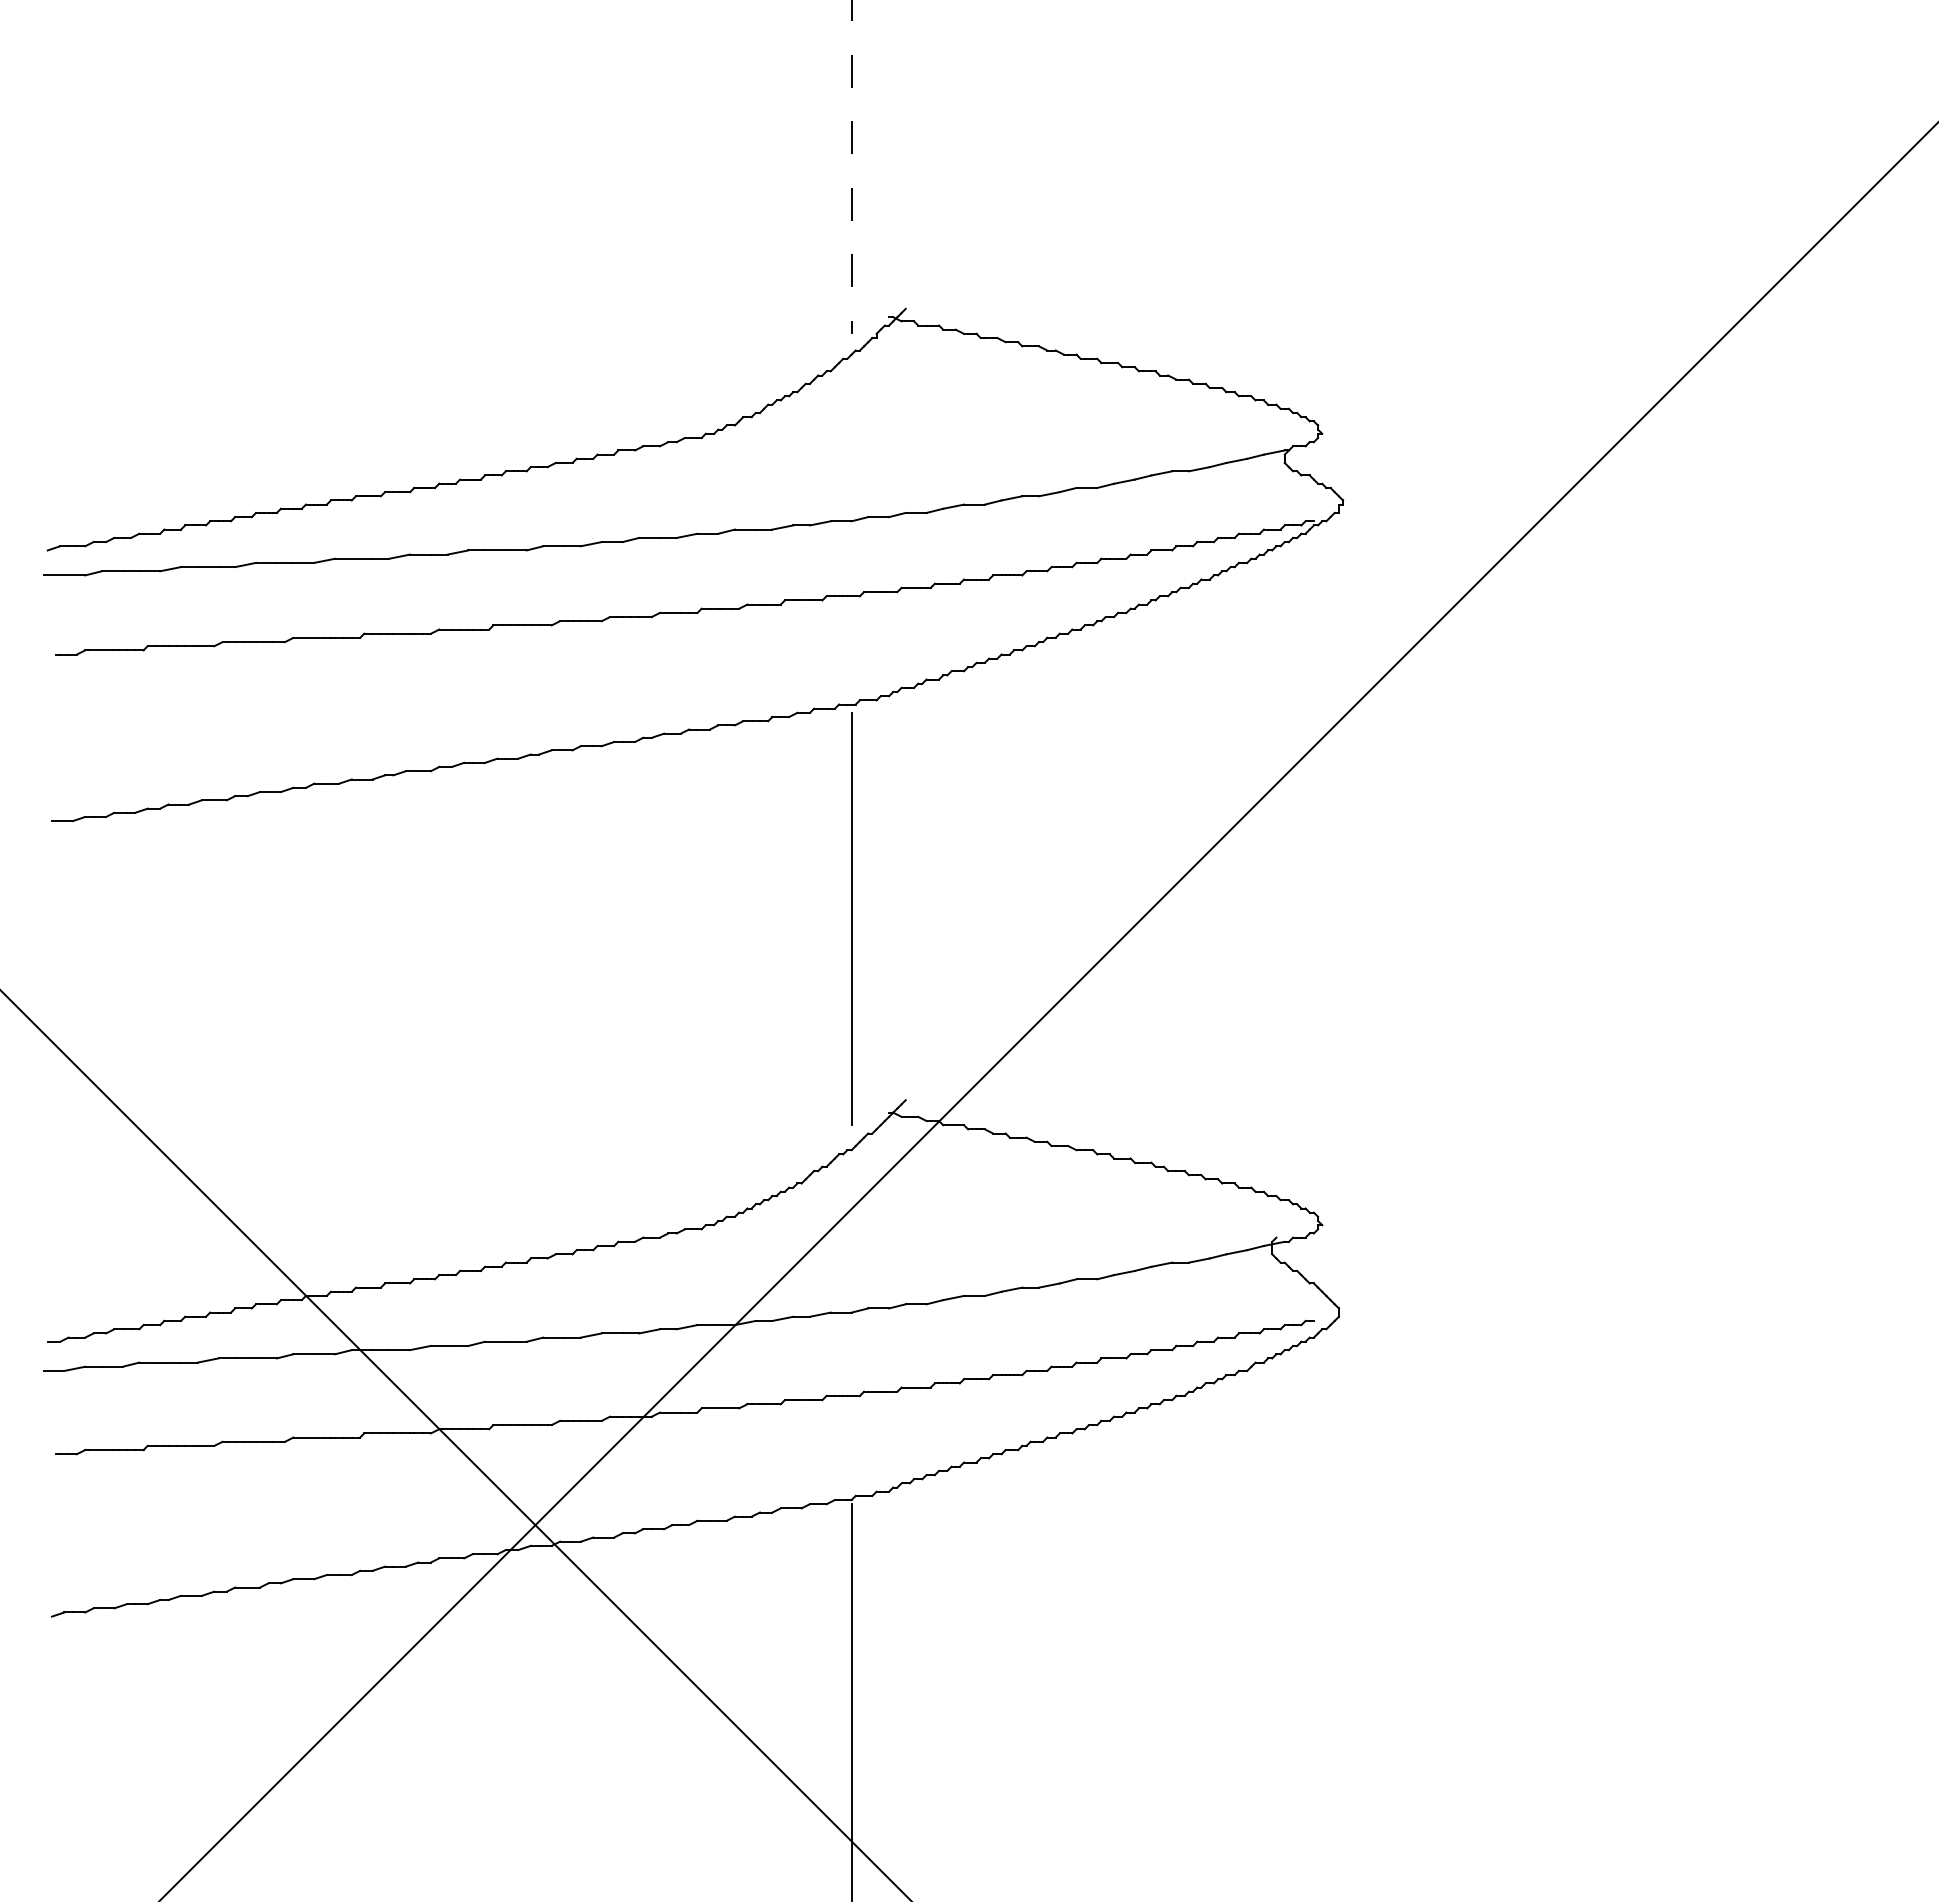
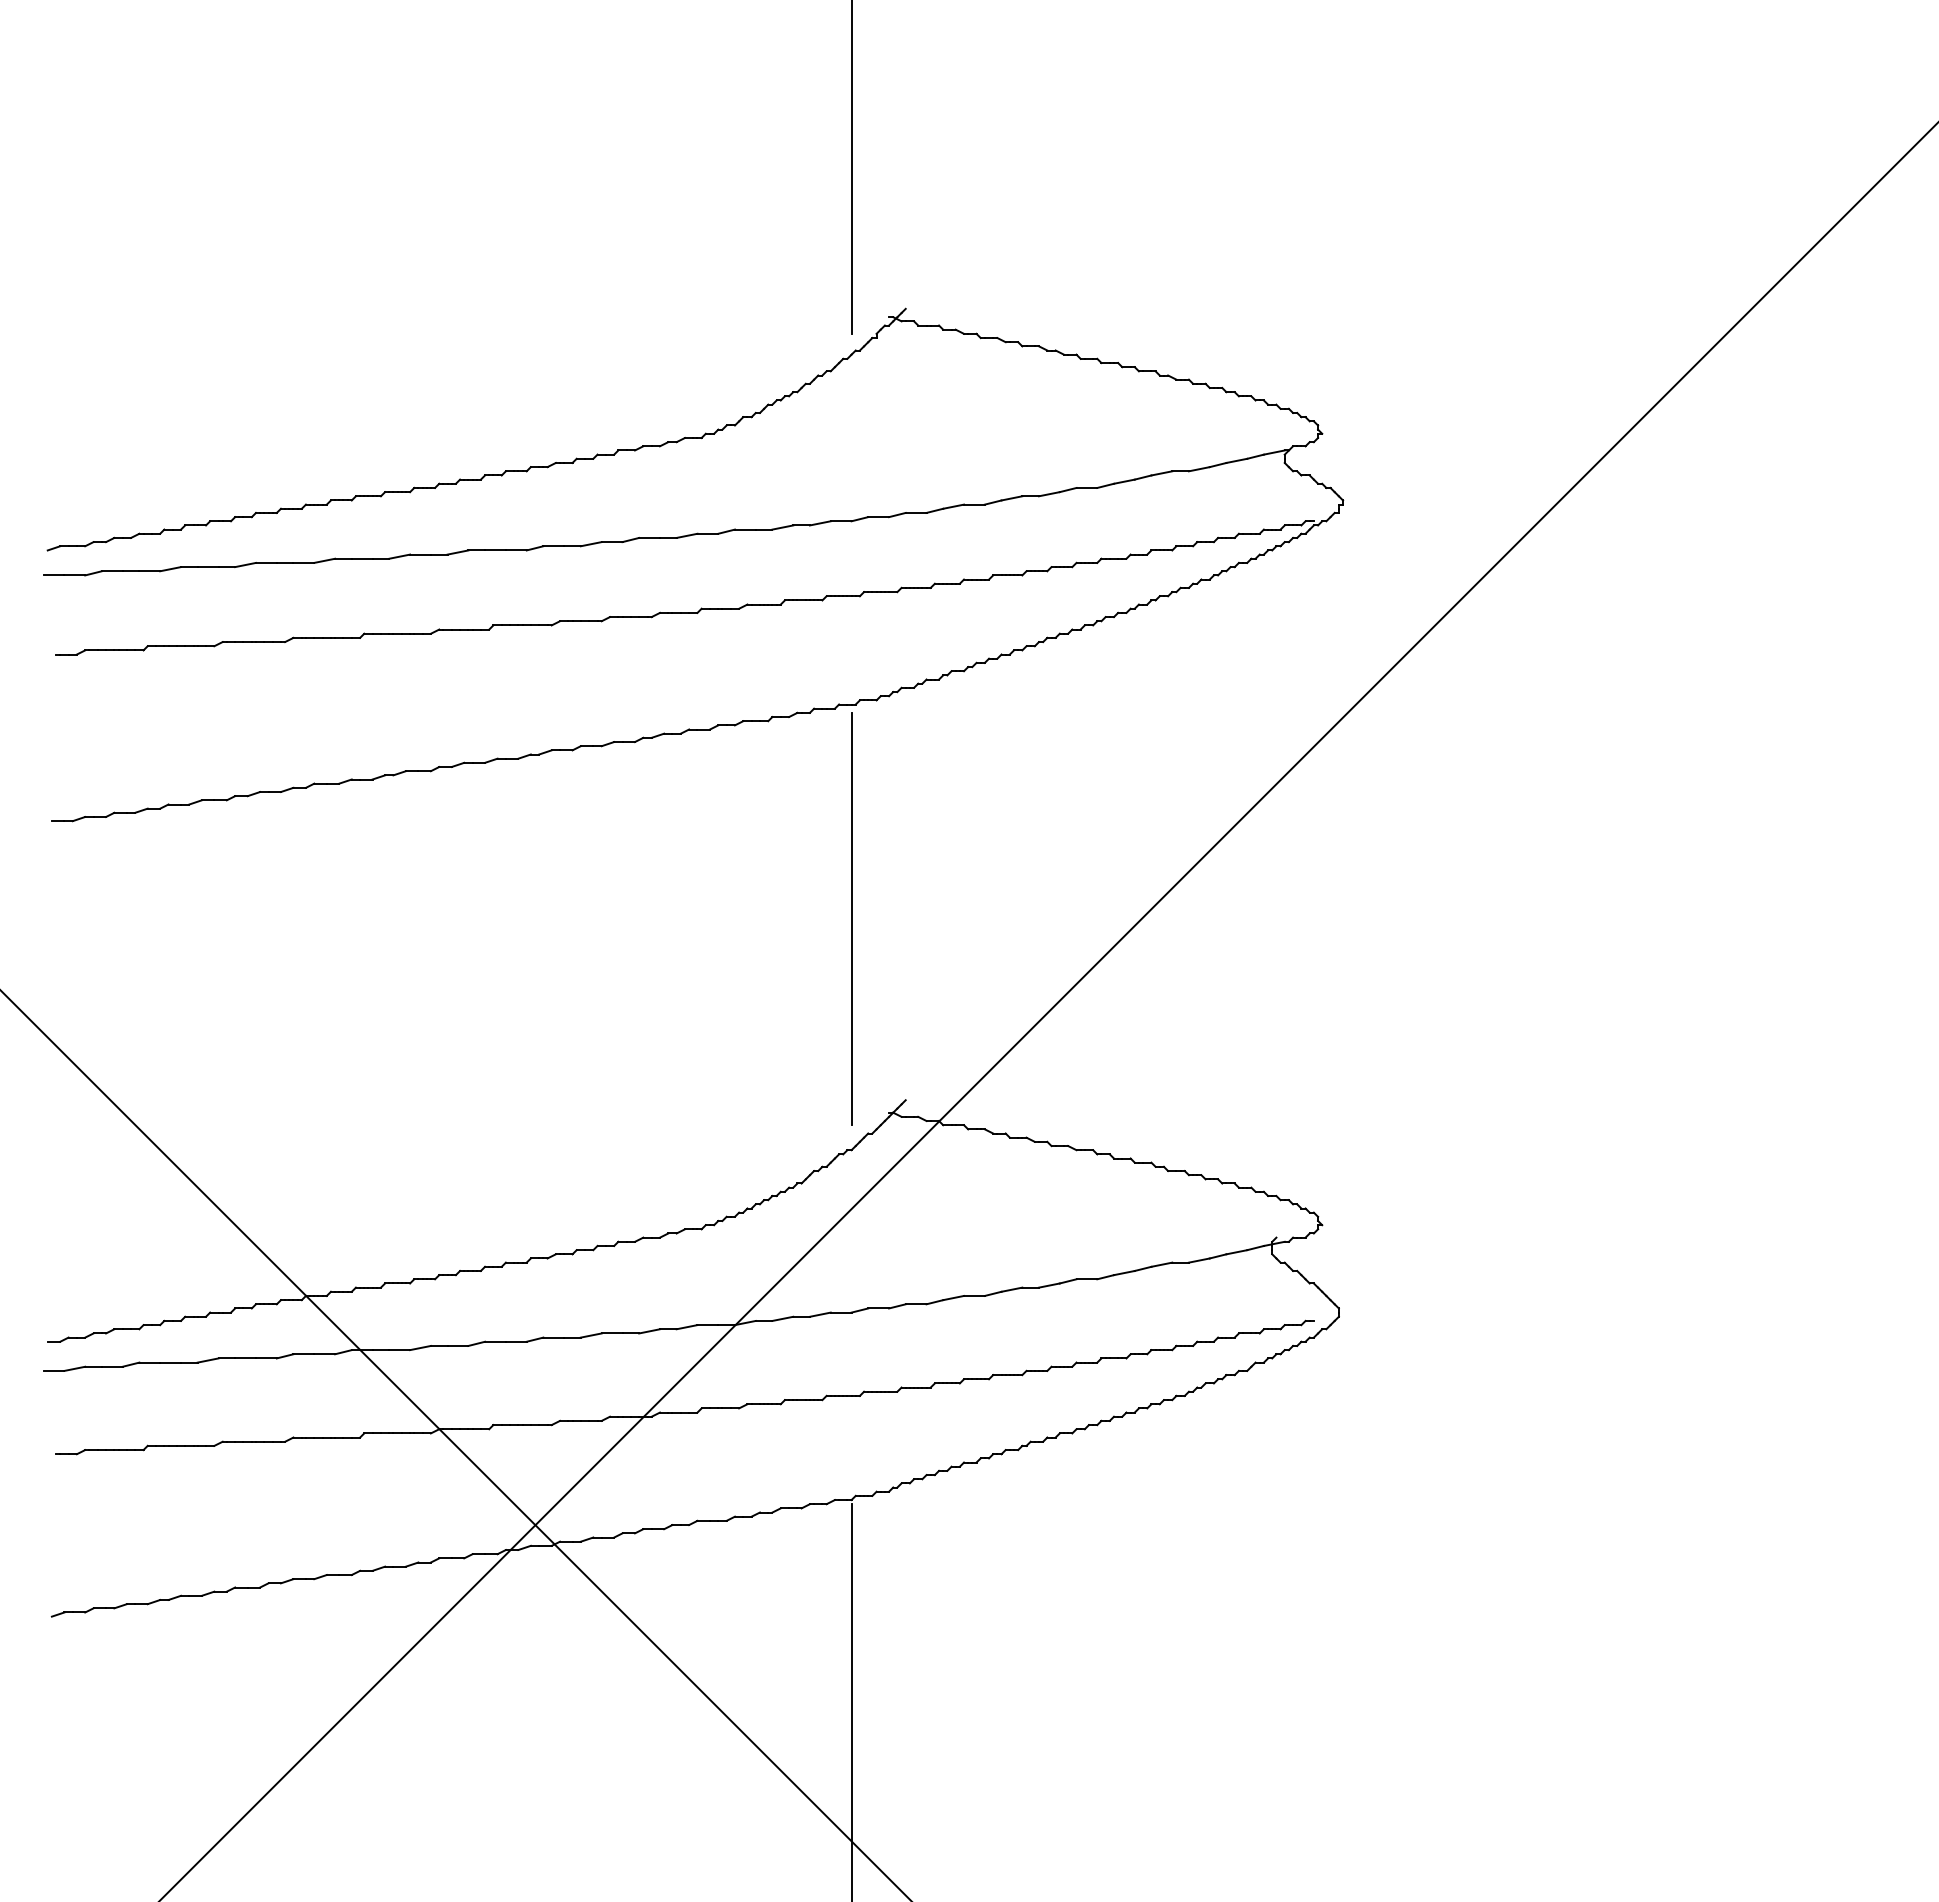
line at (851, 167): dashed -> solid
